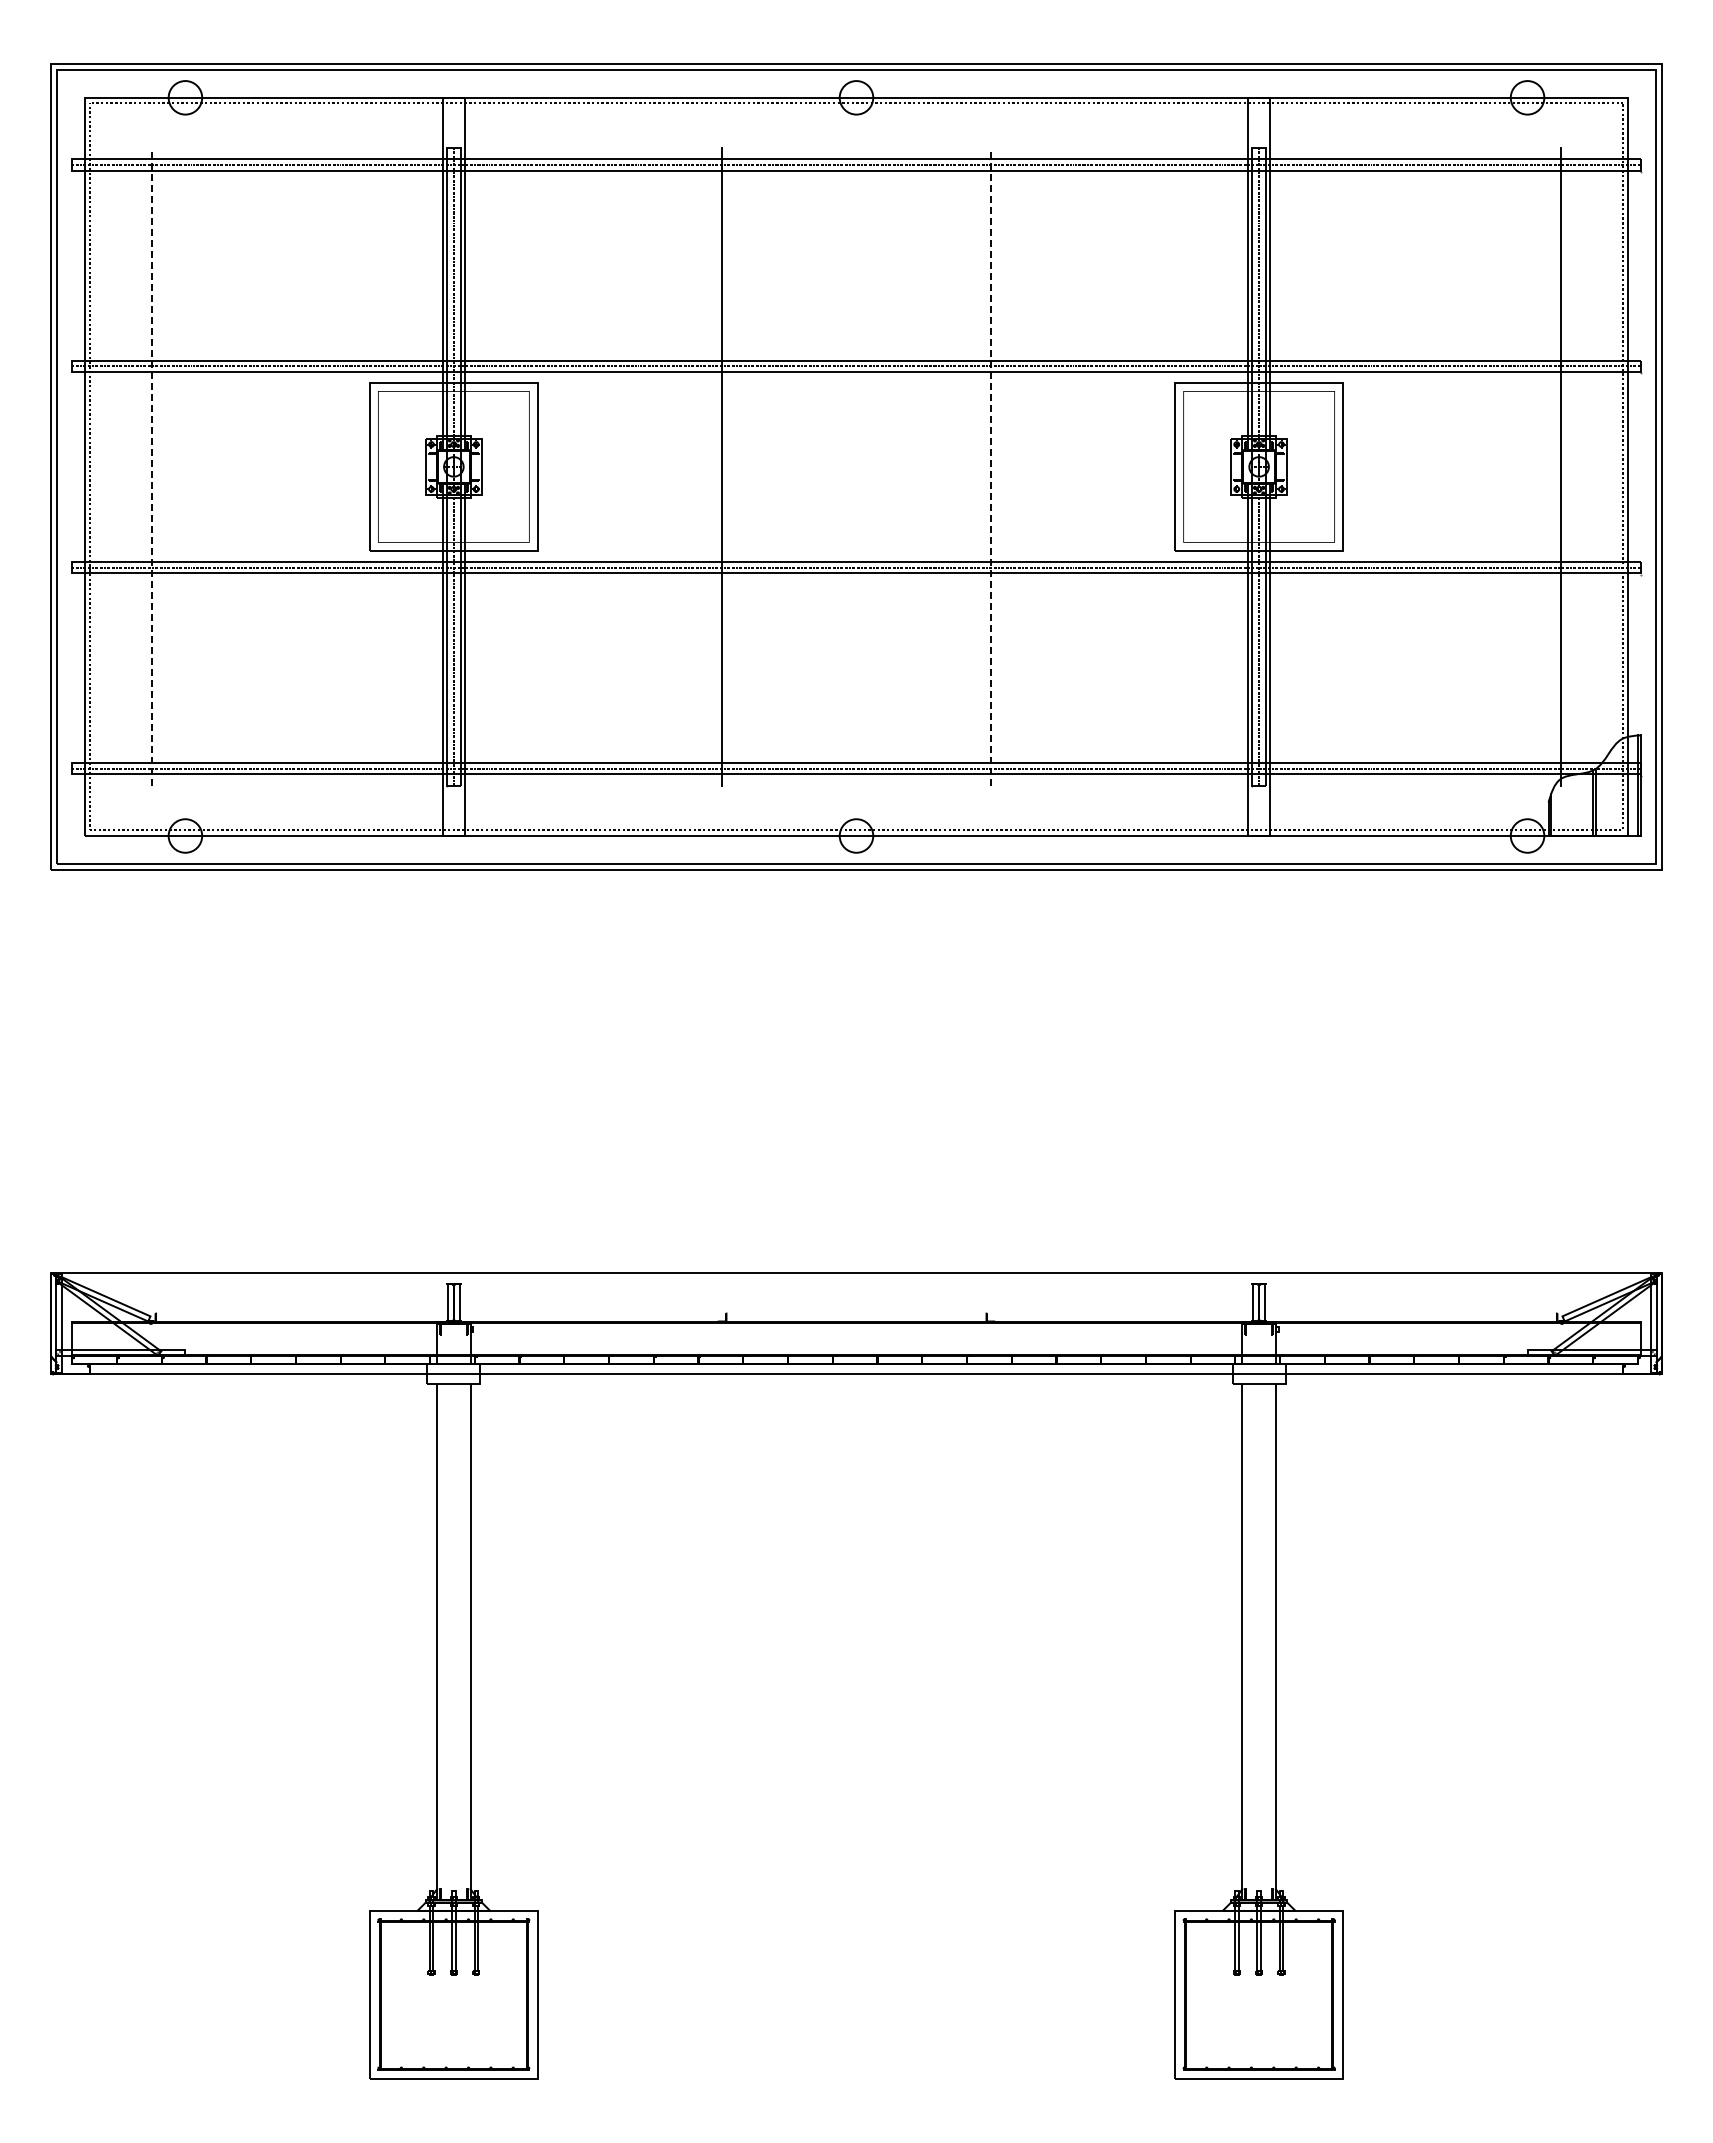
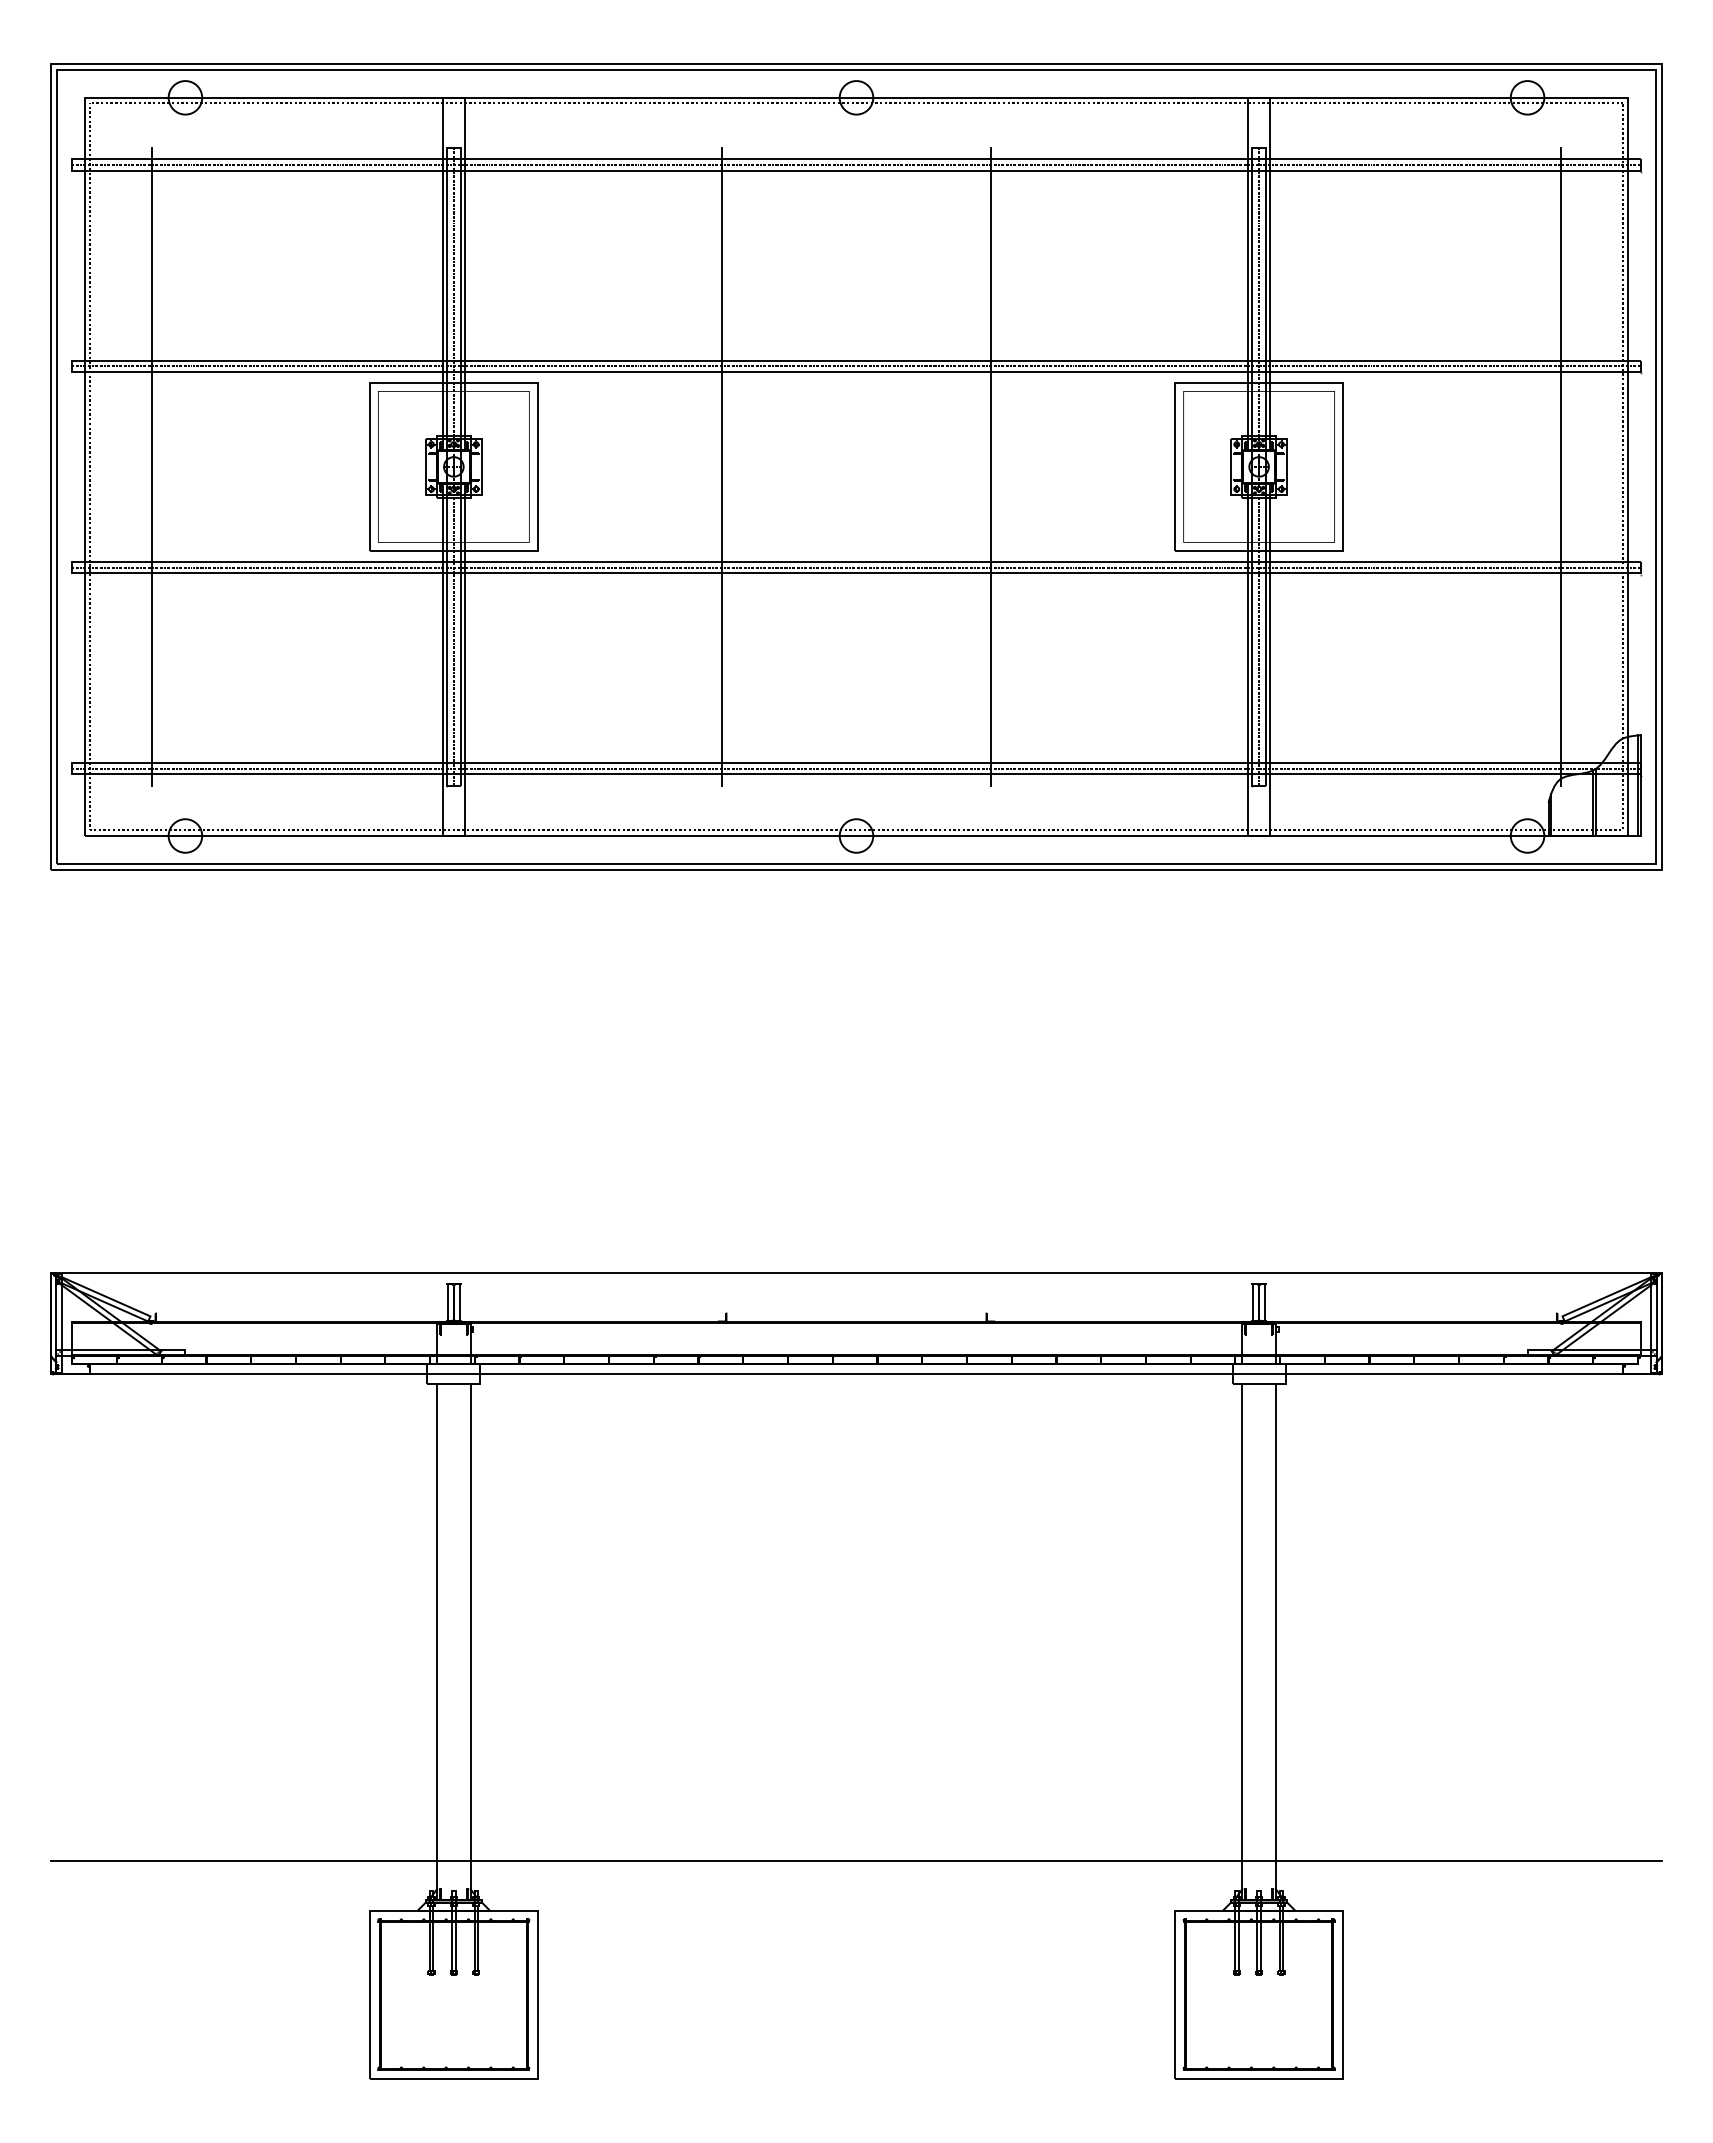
line at (151, 466): dashed -> solid
line at (990, 466): dashed -> solid
line at (856, 1860): none -> present
